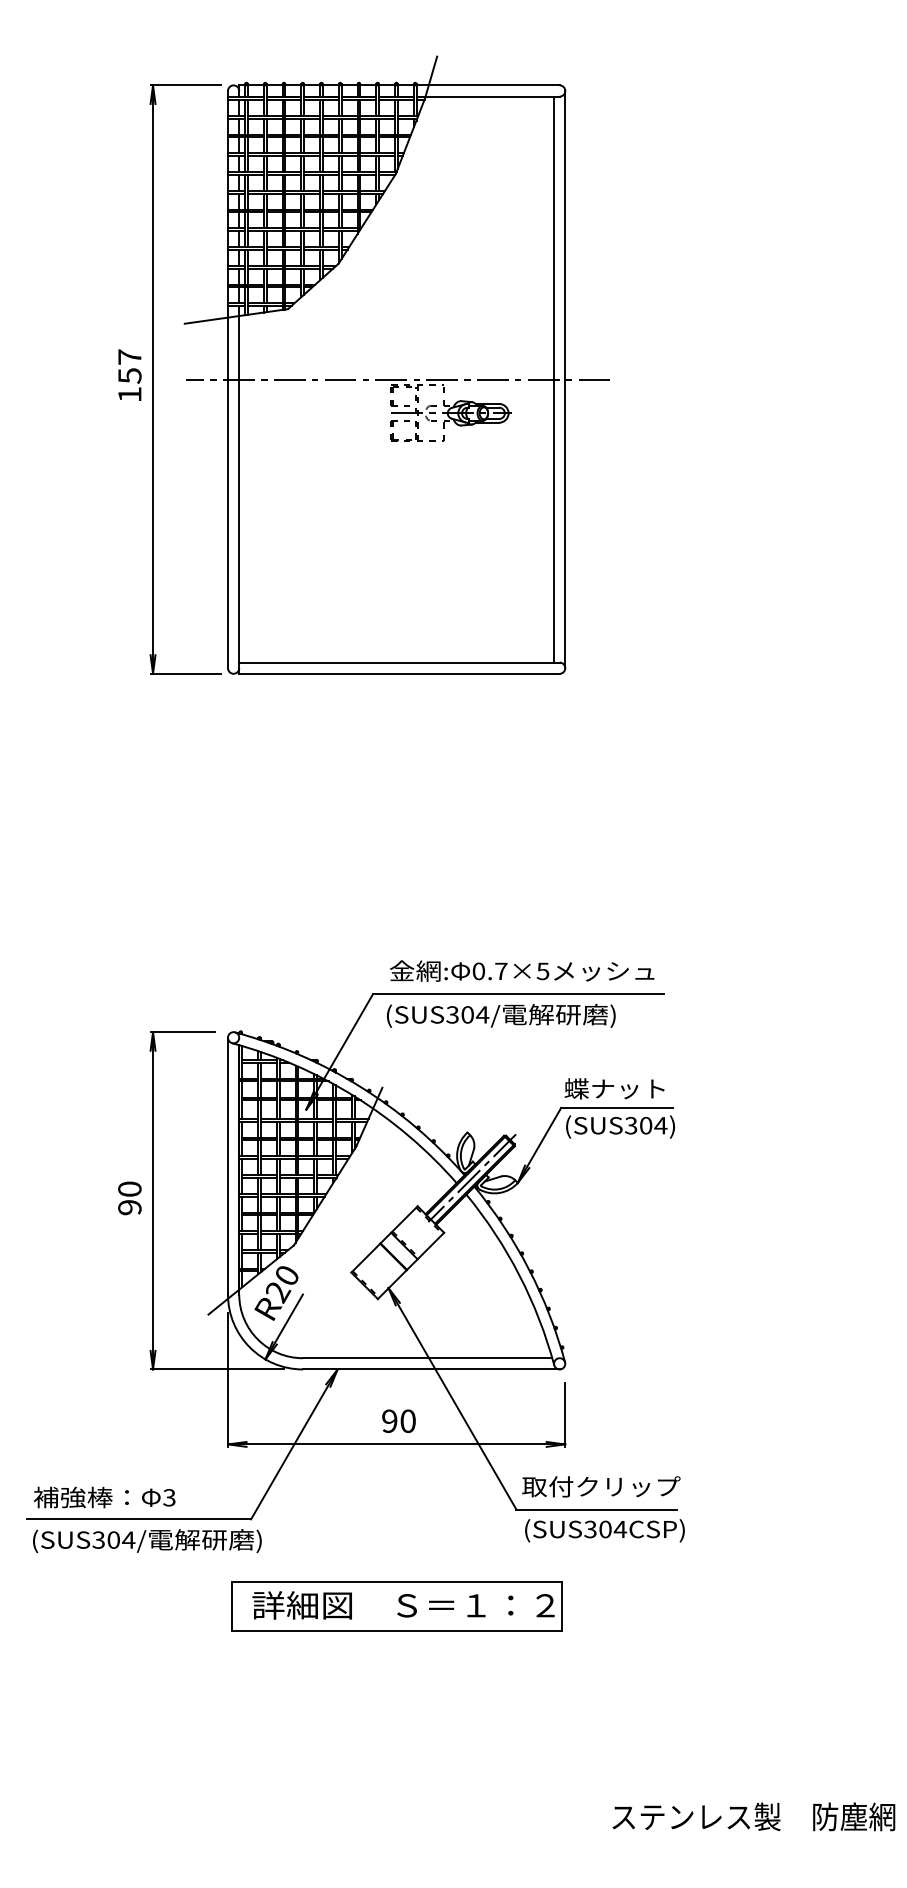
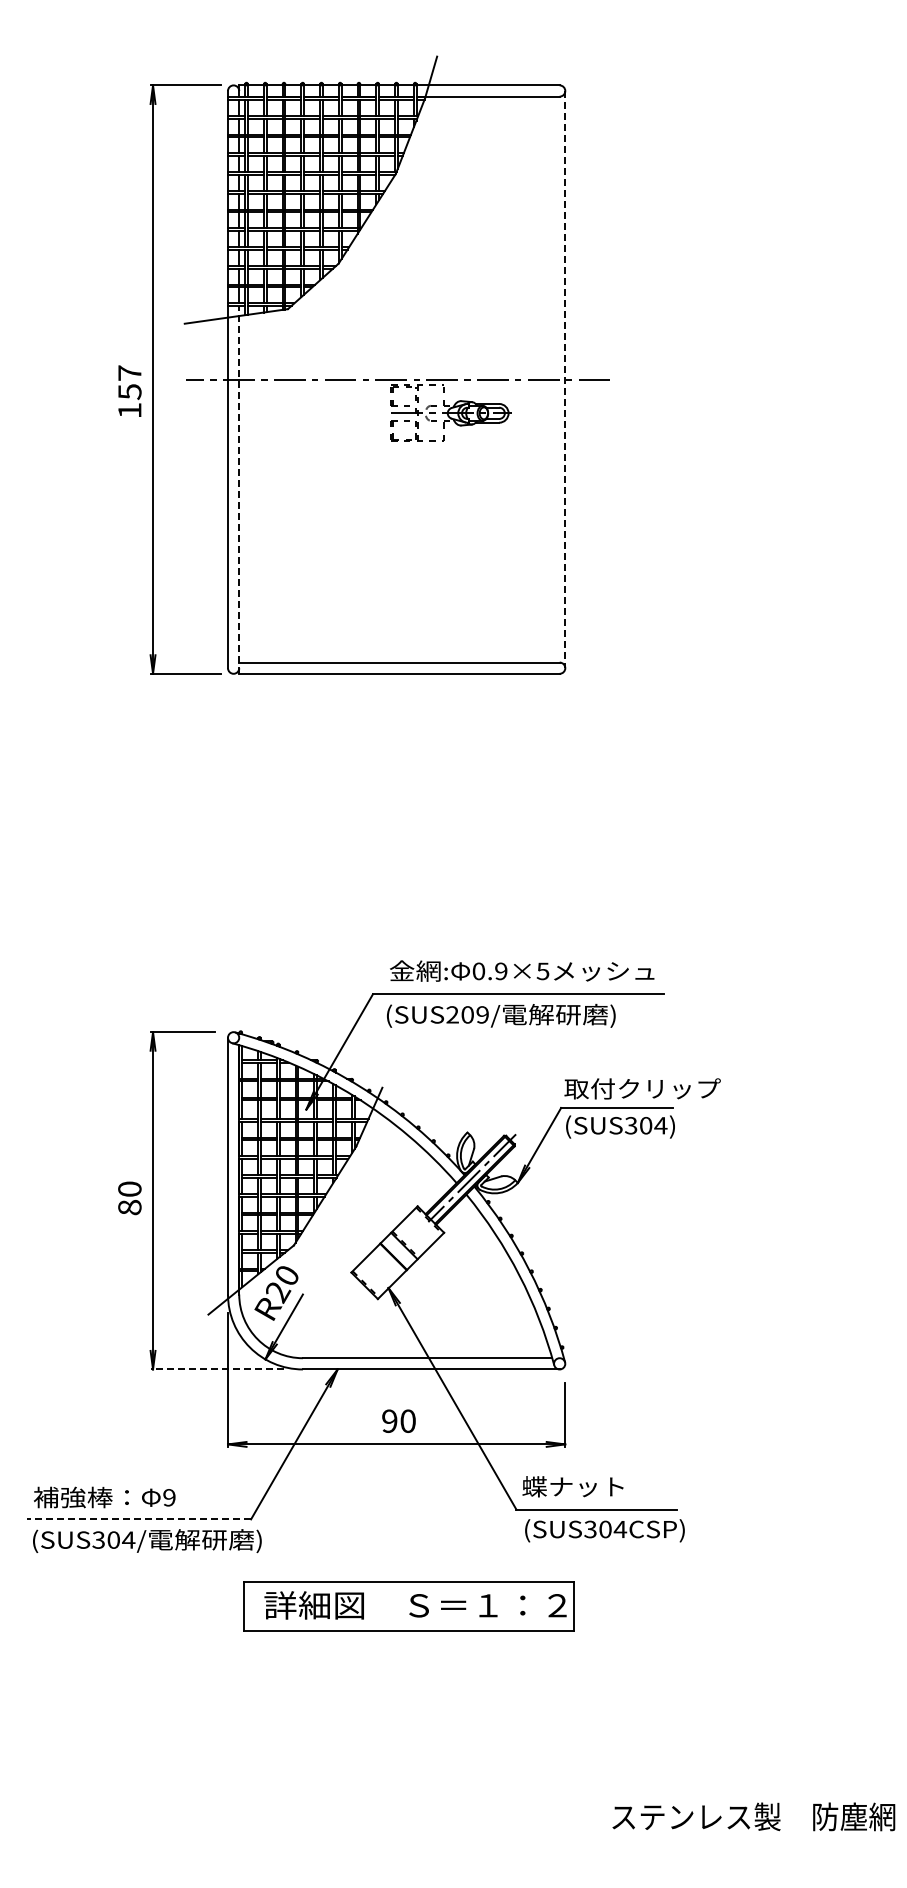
text at (129, 374) position: (129, 374) -> (129, 390)
line at (554, 379): present -> none
line at (565, 379): solid -> dashed
line at (239, 489): solid -> dashed
text at (501, 971): 0.7×5 -> 0.9×5
text at (467, 1014): (SUS304/ -> (SUS209/
text at (642, 1088): 蝶ナット -> 取付クリップ
text at (129, 1207): 90 -> 80
line at (217, 1369): solid -> dashed
text at (601, 1486): 取付クリップ -> 蝶ナット
text at (169, 1497): 3 -> 9
line at (139, 1519): solid -> dashed
part at (396, 1606) position: (396, 1606) -> (408, 1606)
